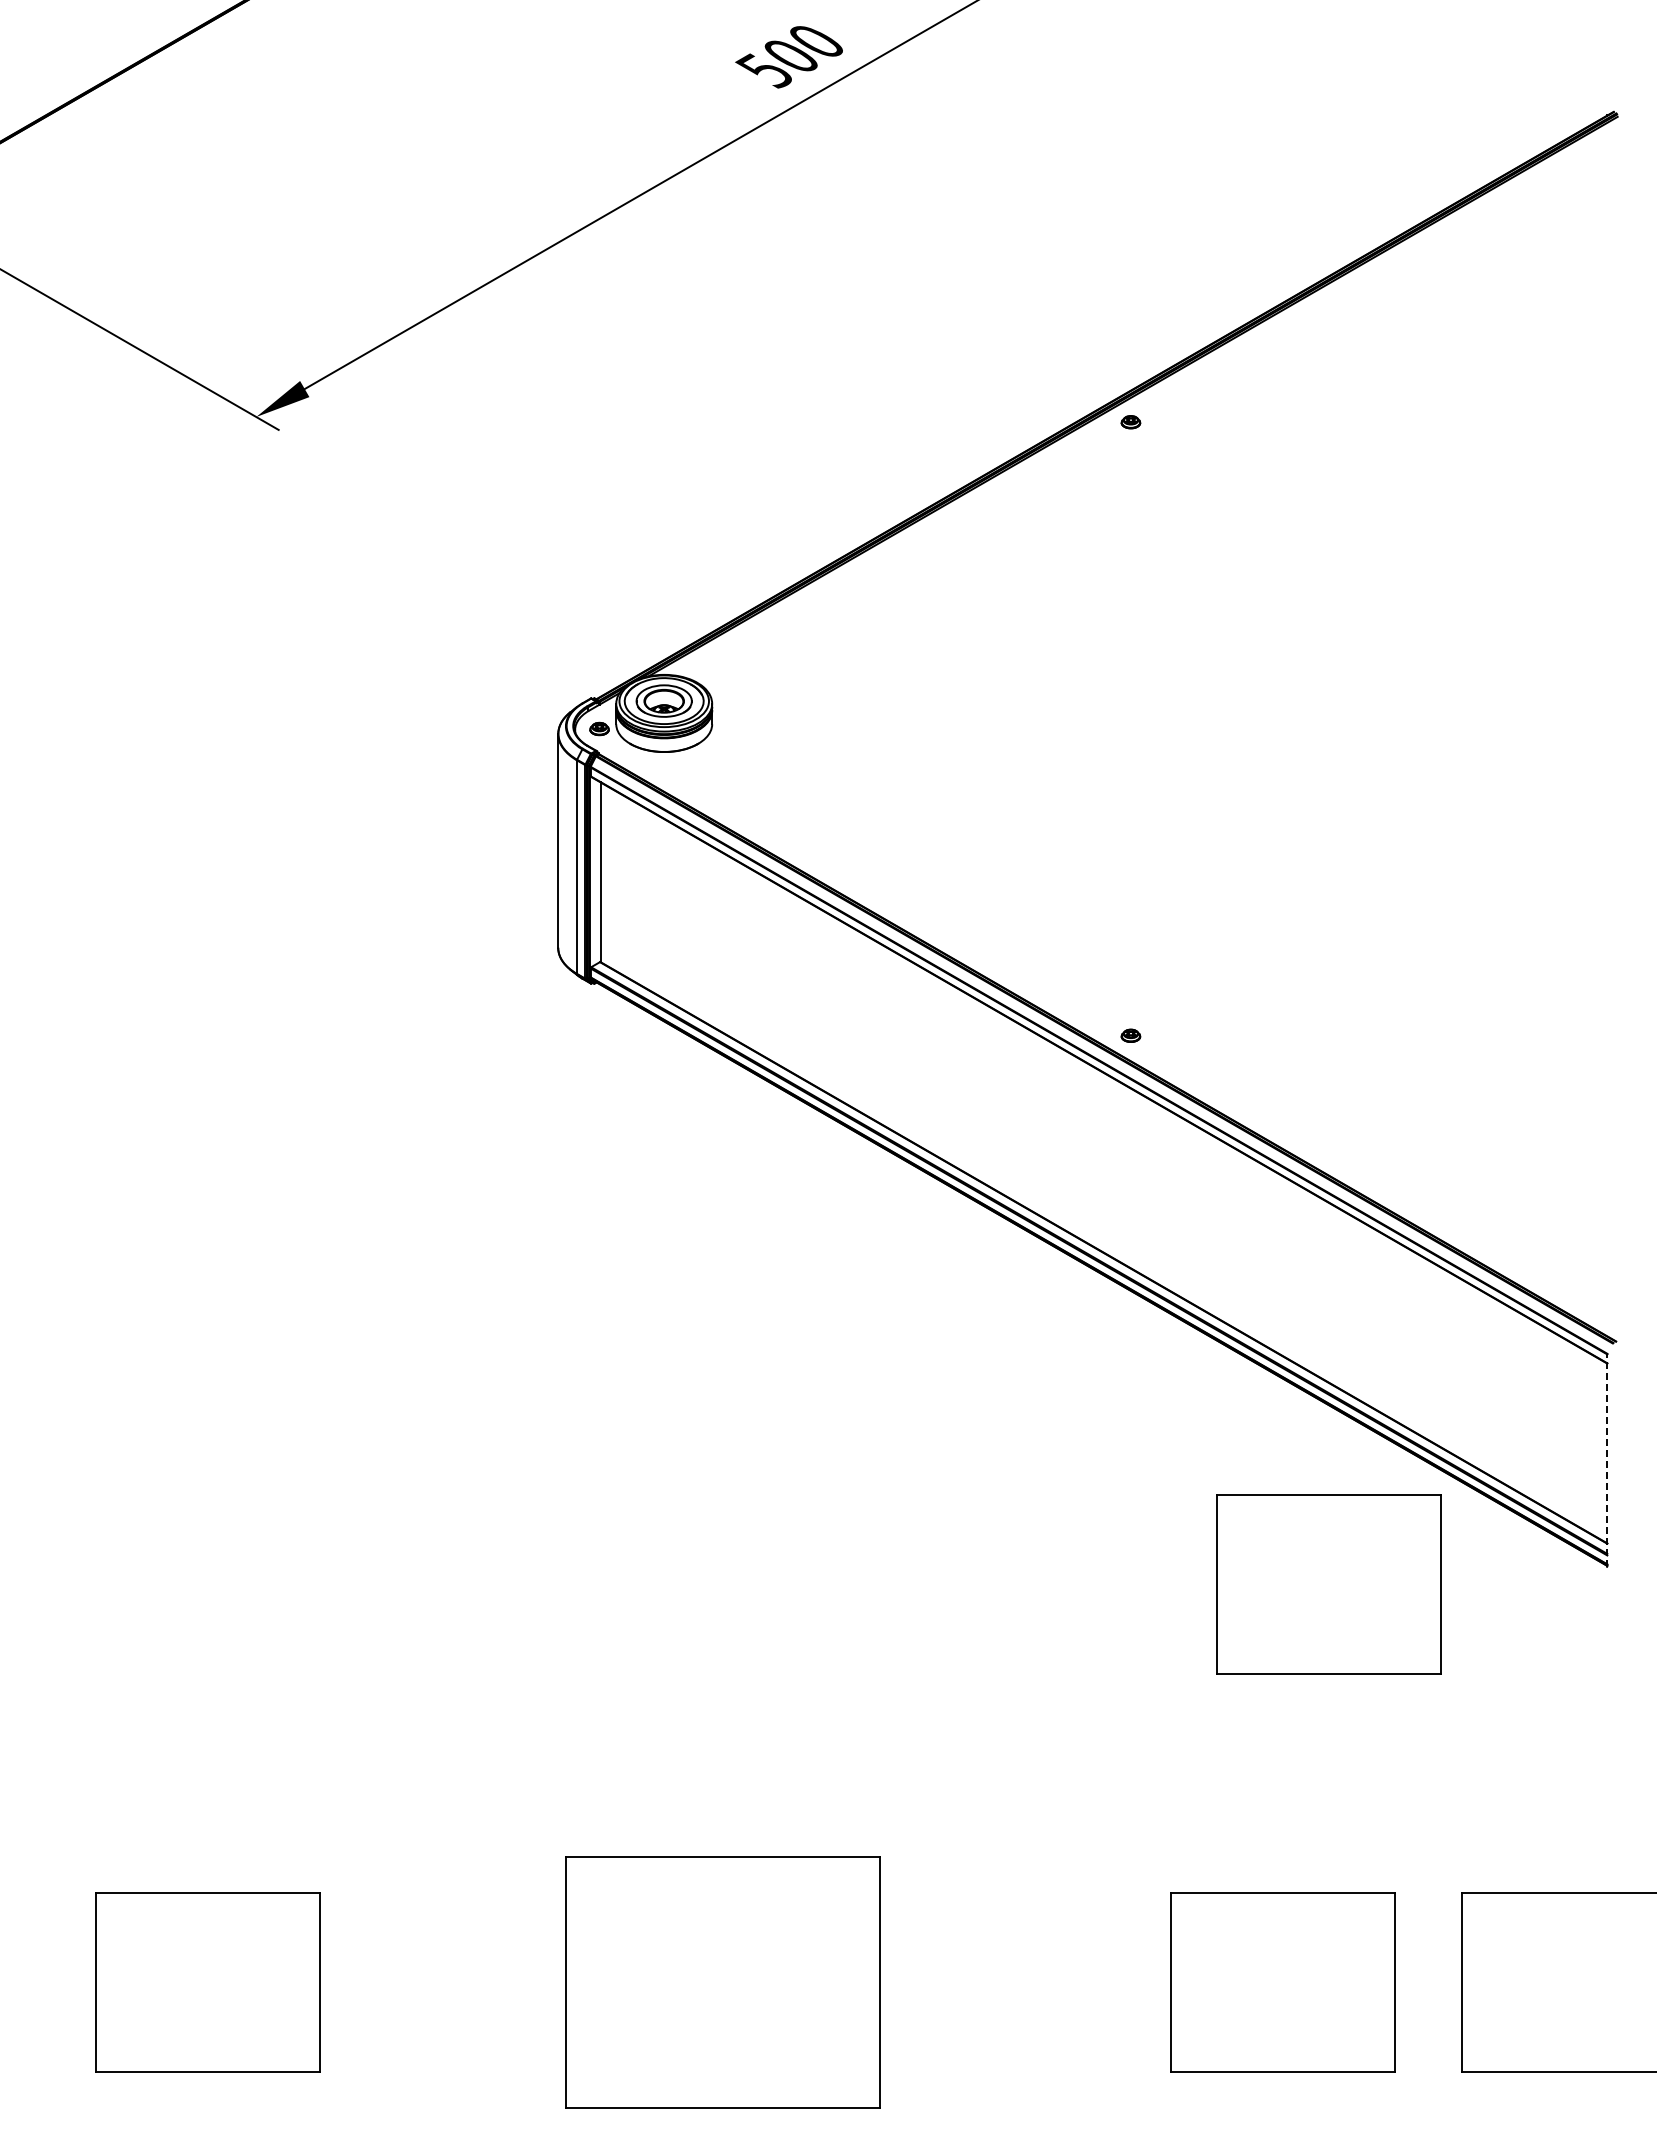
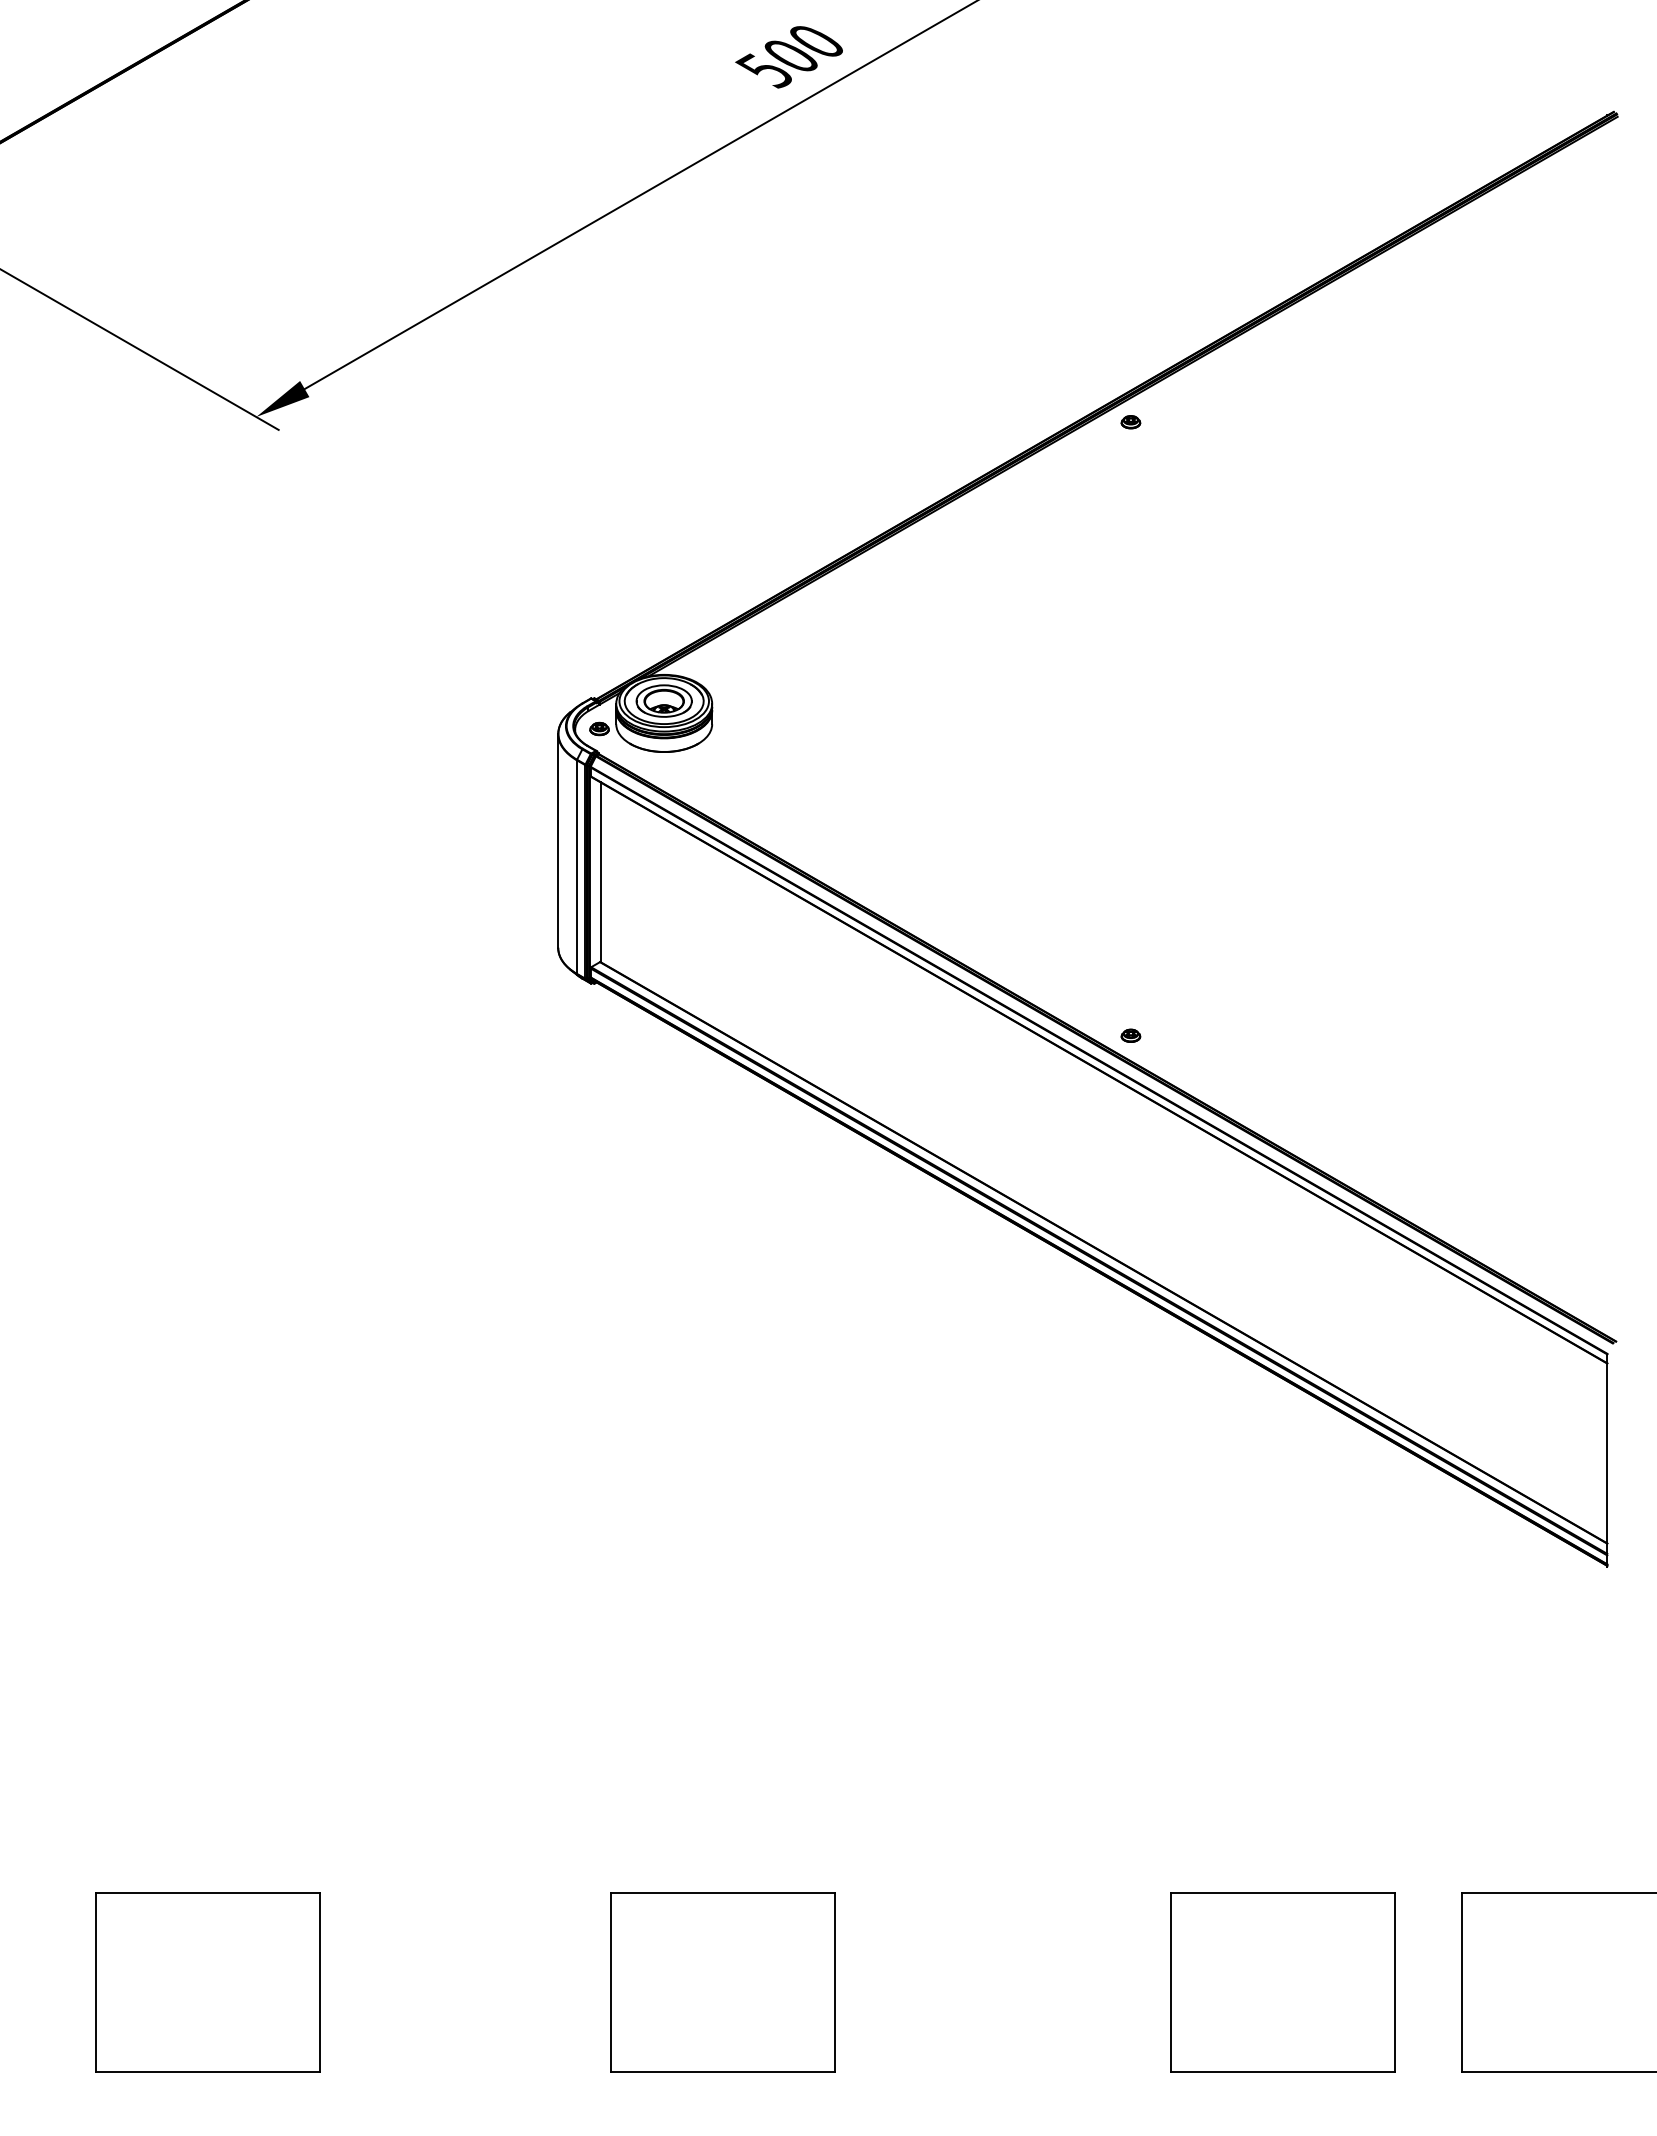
line at (1607, 1459): dashed -> solid
part at (1328, 1584): present -> none
part at (722, 1982) size: 316x253 px -> 226x181 px
